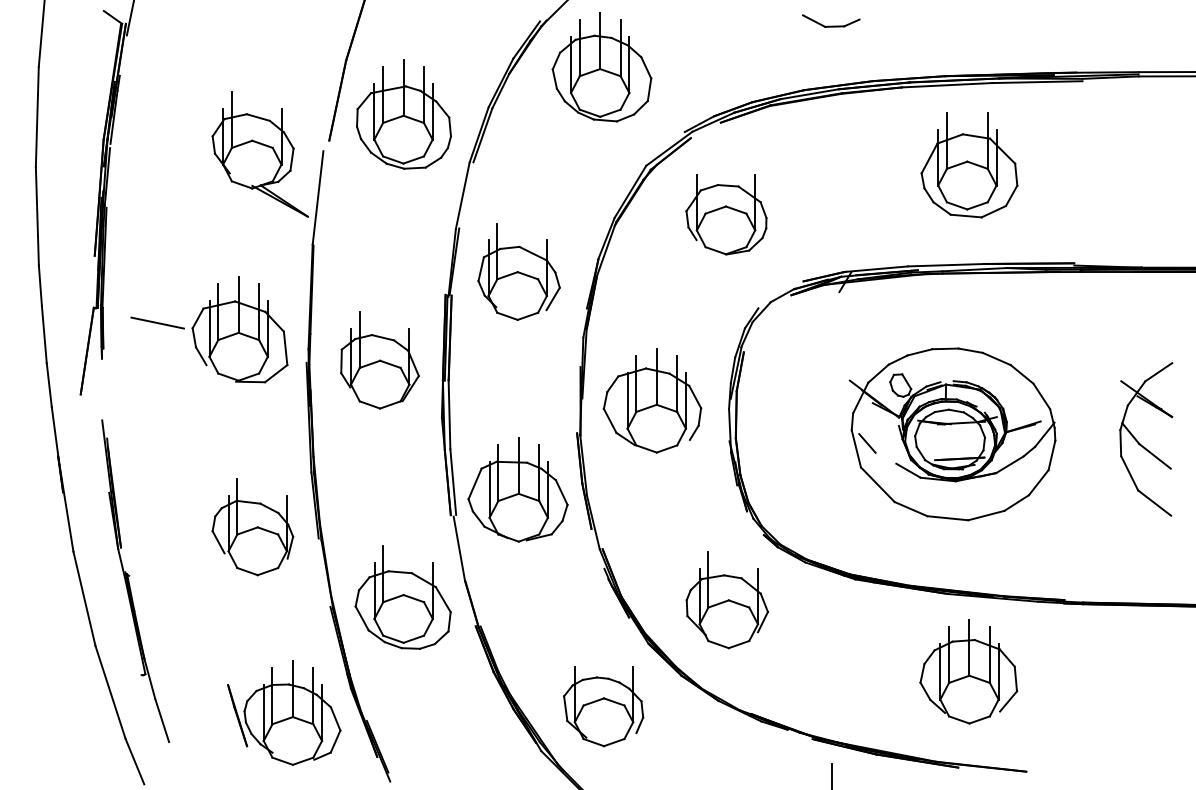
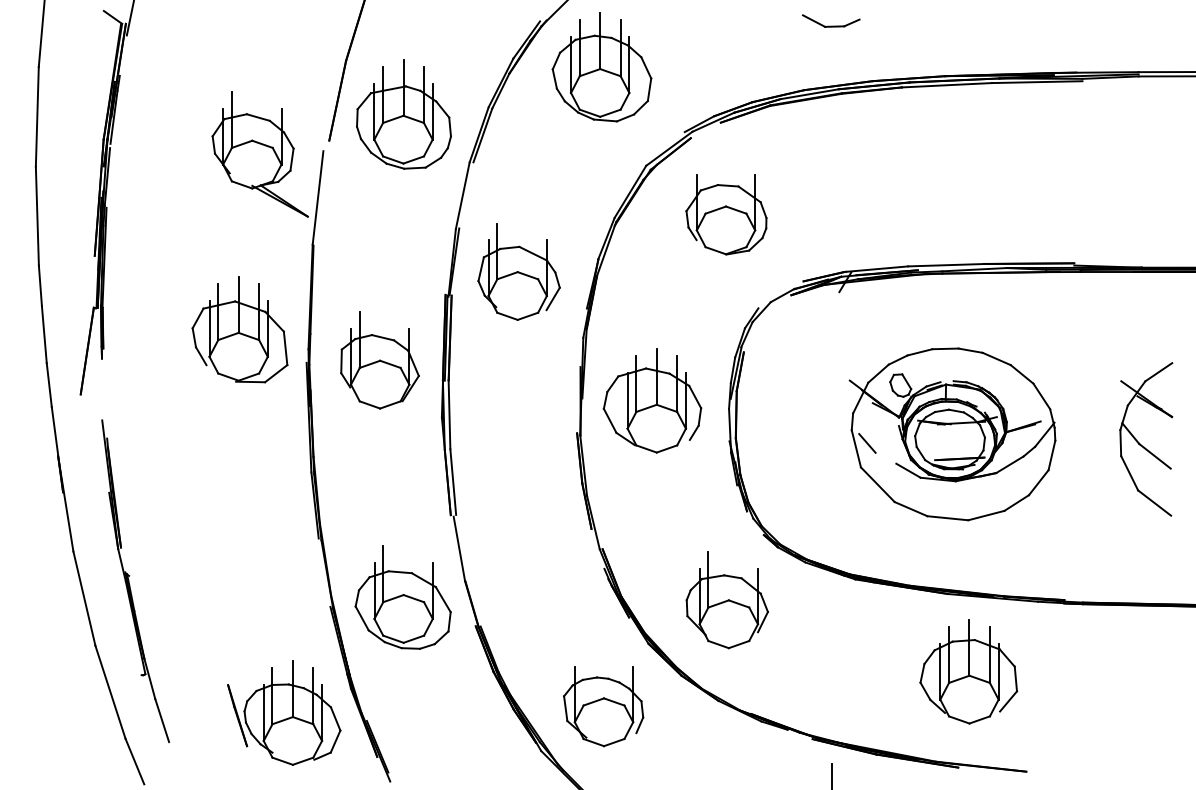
part at (969, 165): present -> none
line at (157, 322): present -> none
part at (517, 489): present -> none
part at (252, 527): present -> none
